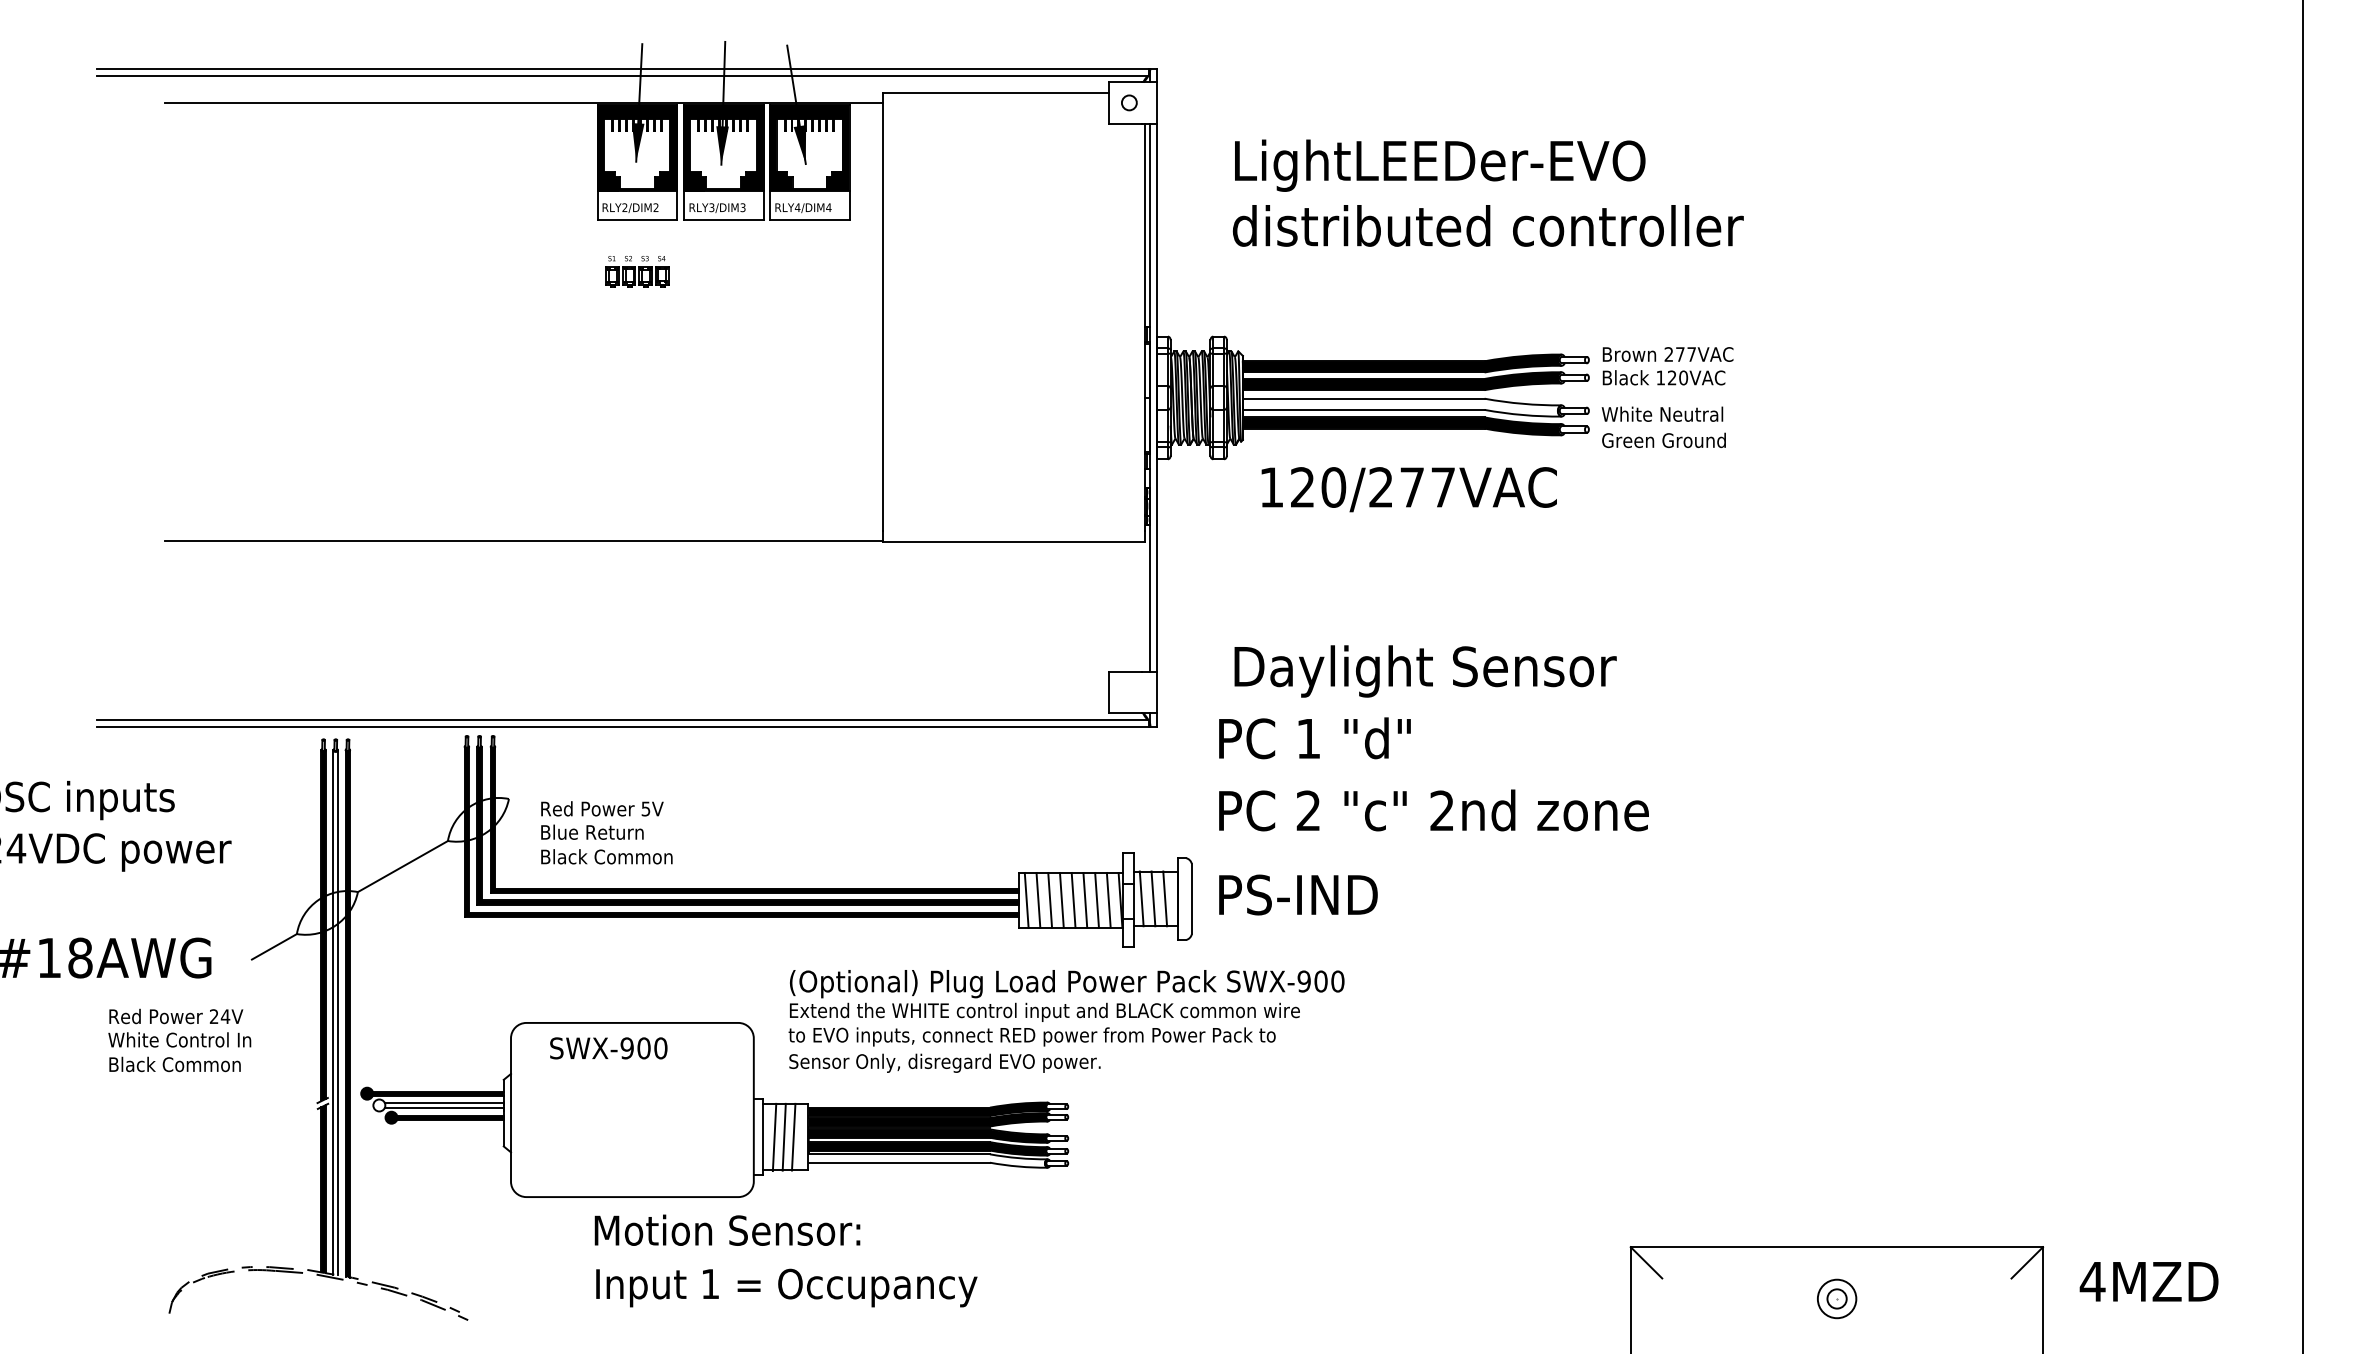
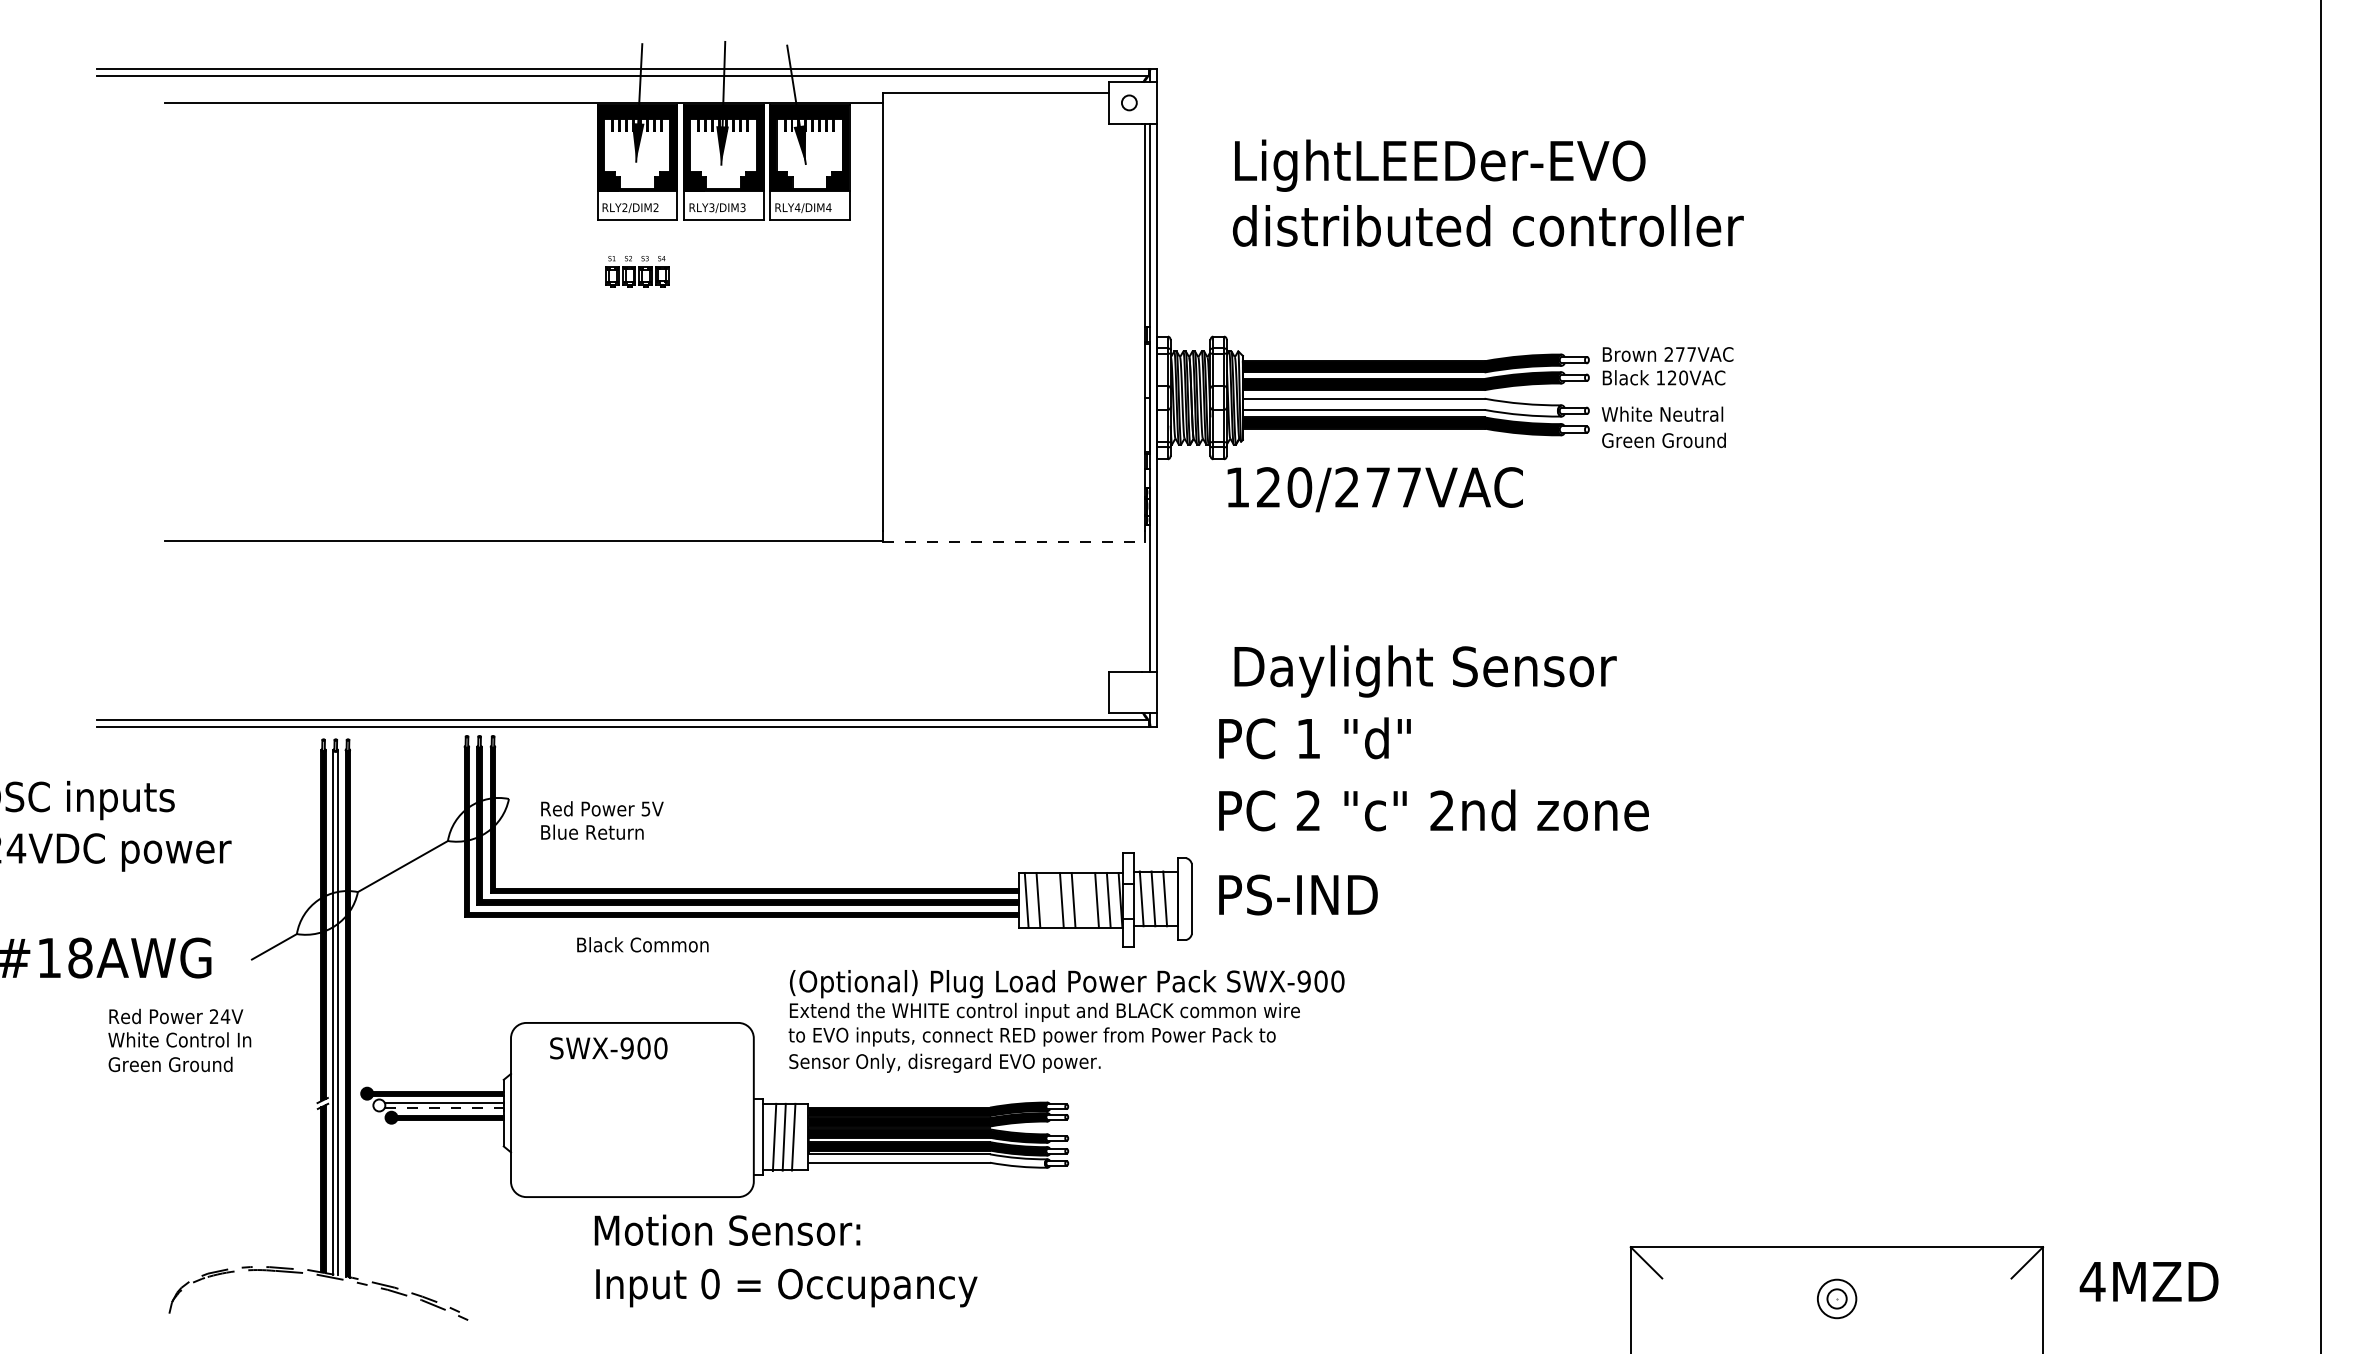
text at (1408, 489) position: (1408, 489) -> (1374, 489)
line at (1014, 541): solid -> dashed
line at (2302, 676) position: (2302, 676) -> (2320, 676)
text at (606, 856) position: (606, 856) -> (642, 944)
line at (1050, 899): present -> none
line at (1085, 899): present -> none
text at (174, 1064): Black Common -> Green Ground
line at (444, 1107): solid -> dashed
text at (710, 1283): 1 -> 0
